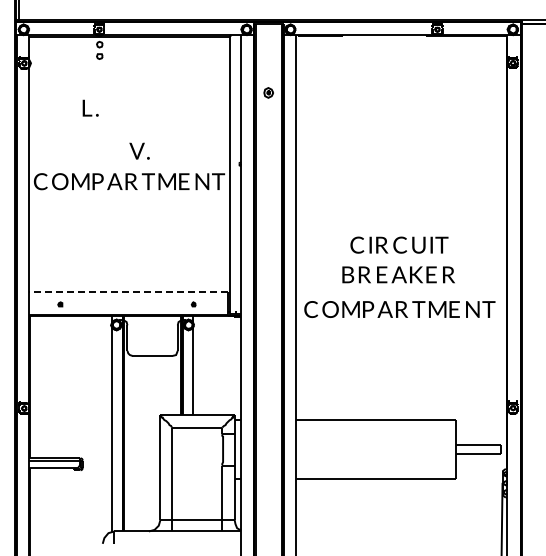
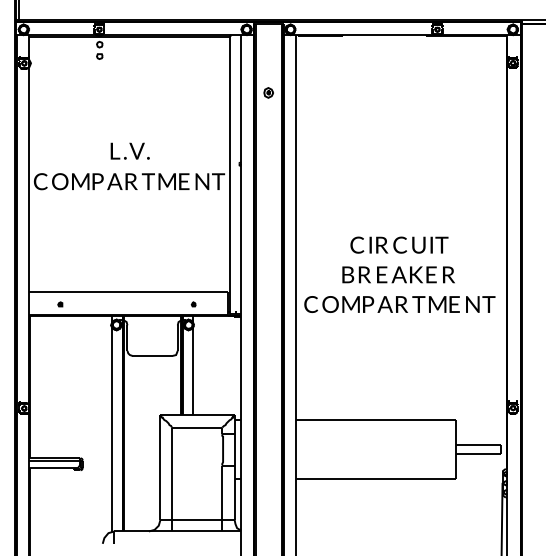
text at (90, 107) position: (90, 107) -> (118, 150)
line at (128, 292): dashed -> solid
text at (399, 309) position: (399, 309) -> (399, 304)
